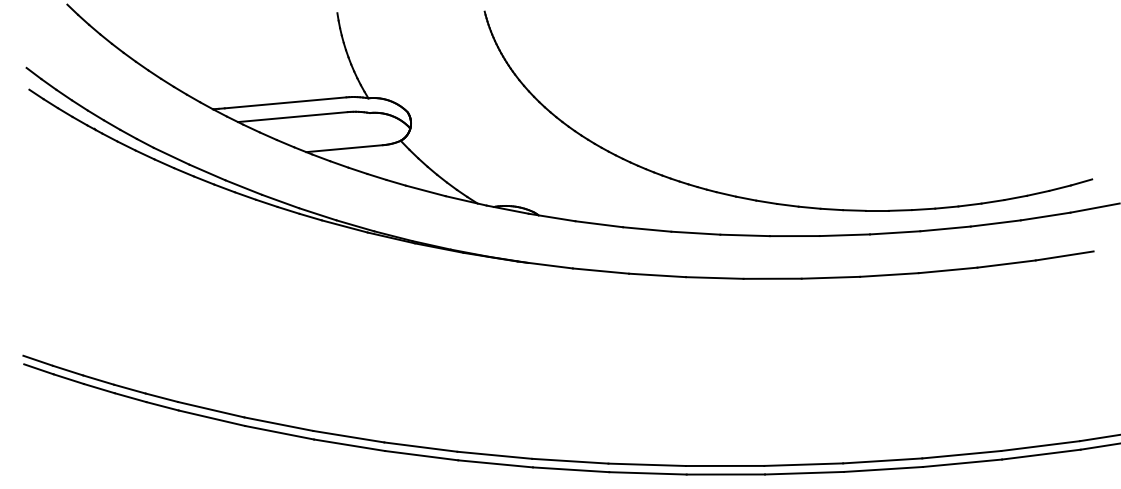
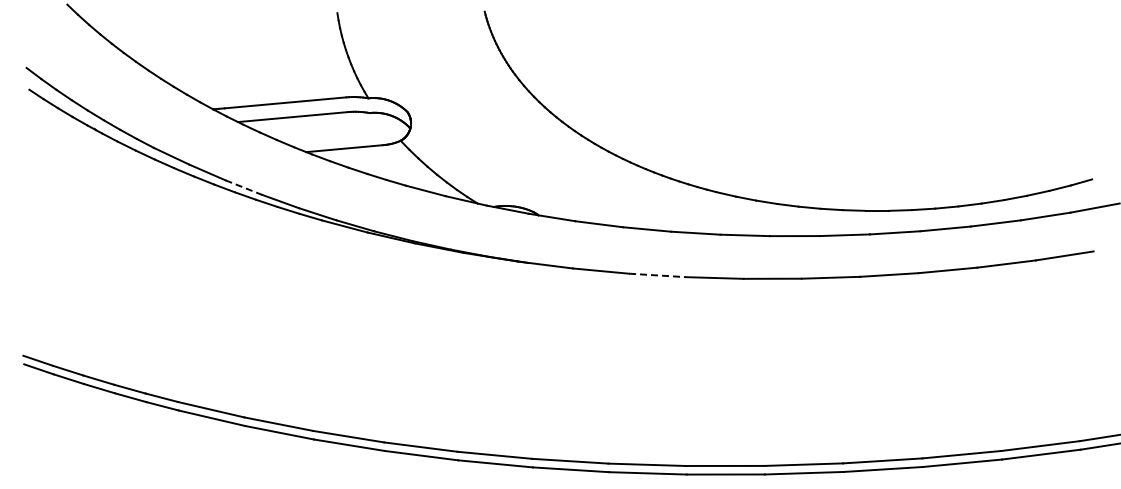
line at (243, 187): solid -> dashed
line at (657, 275): solid -> dashed
